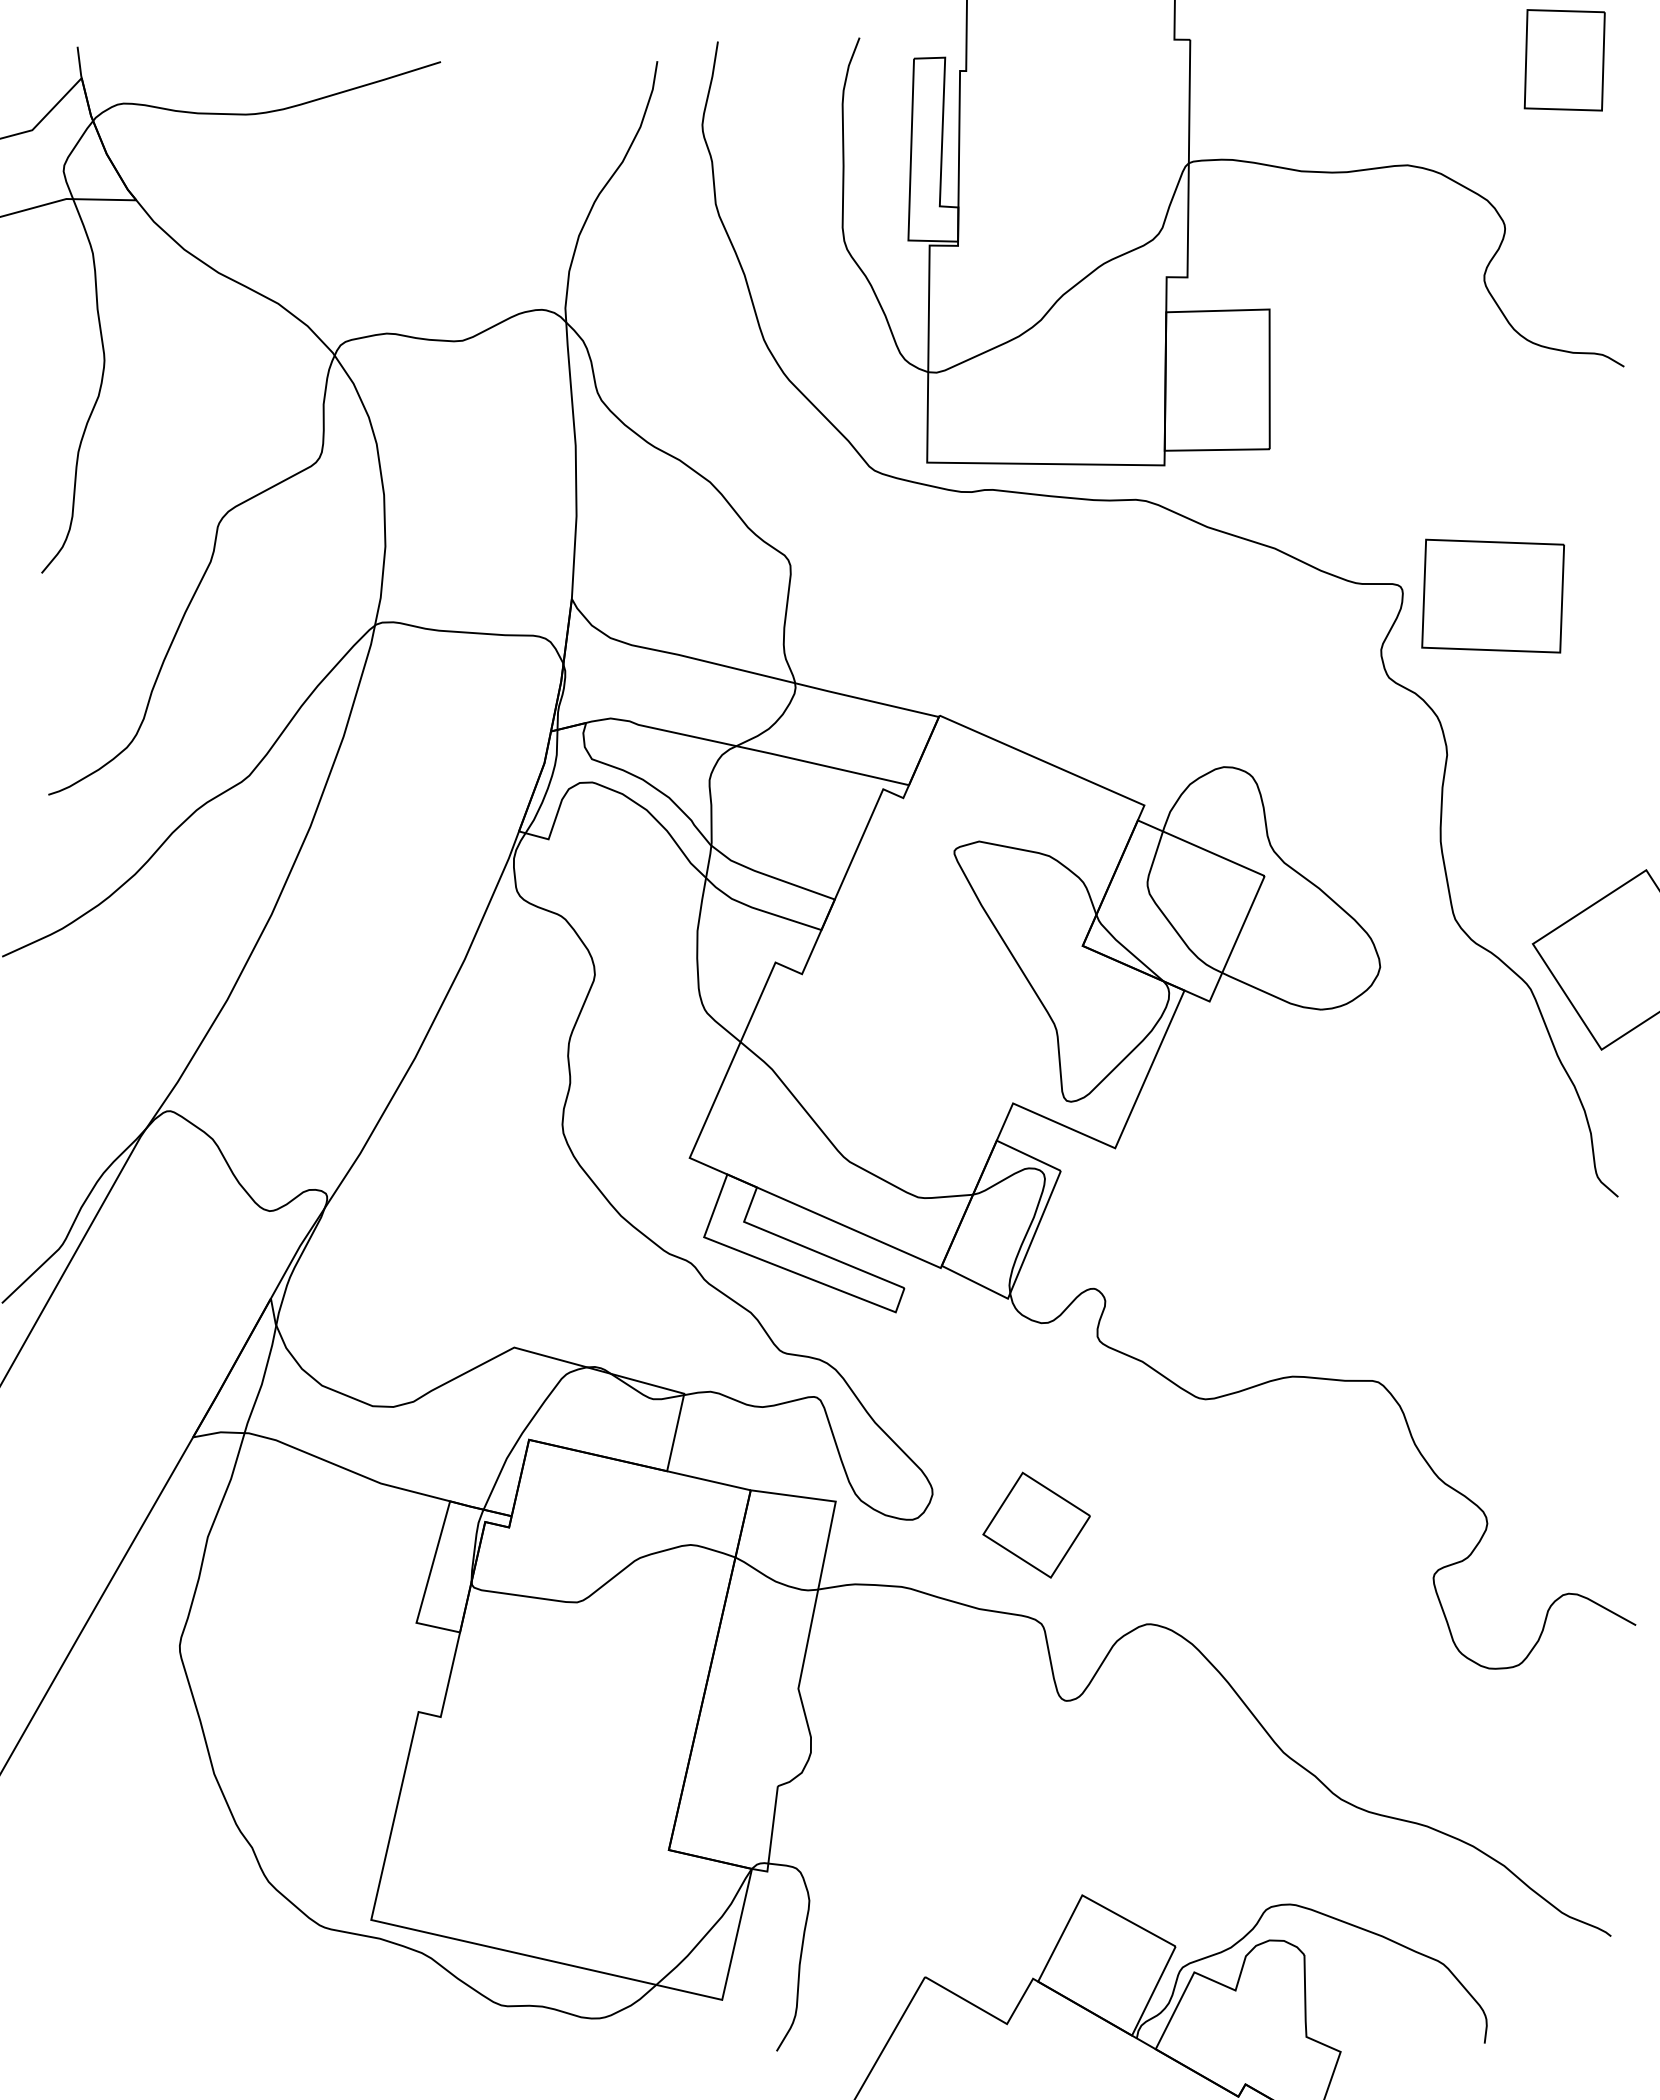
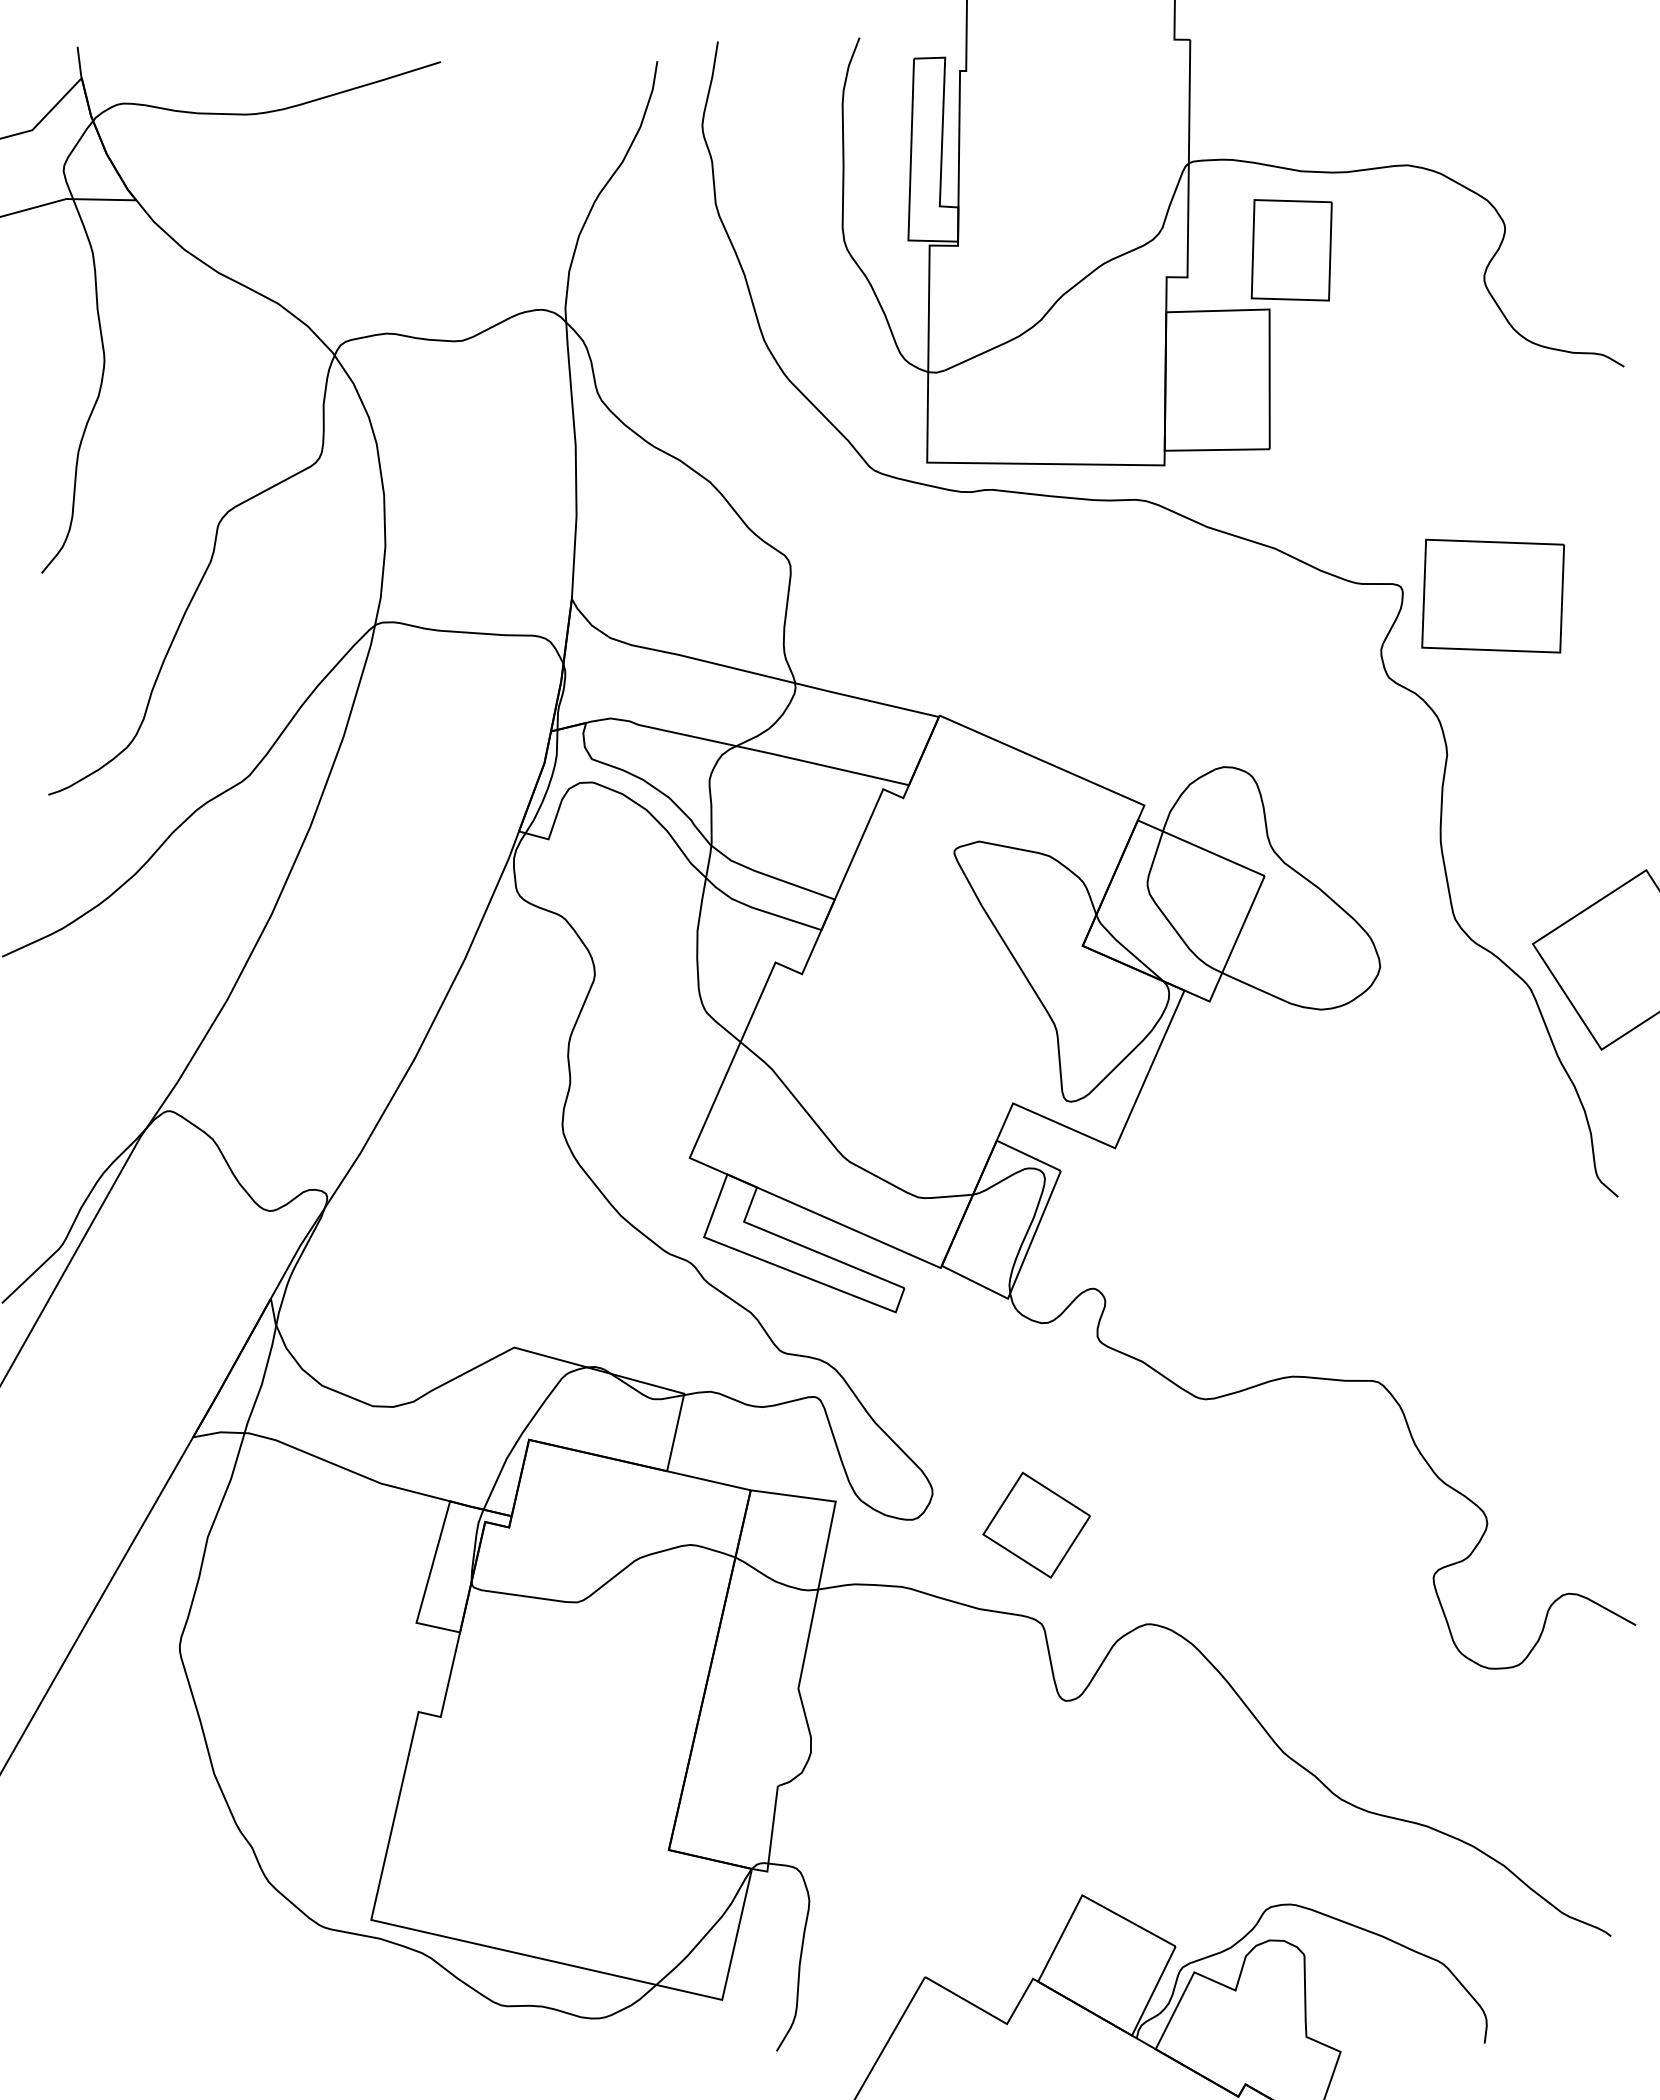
part at (1564, 60) position: (1564, 60) -> (1291, 250)
